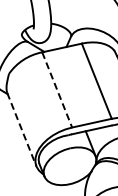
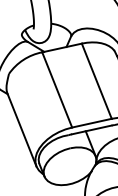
line at (57, 90): dashed -> solid
line at (21, 129): dashed -> solid
